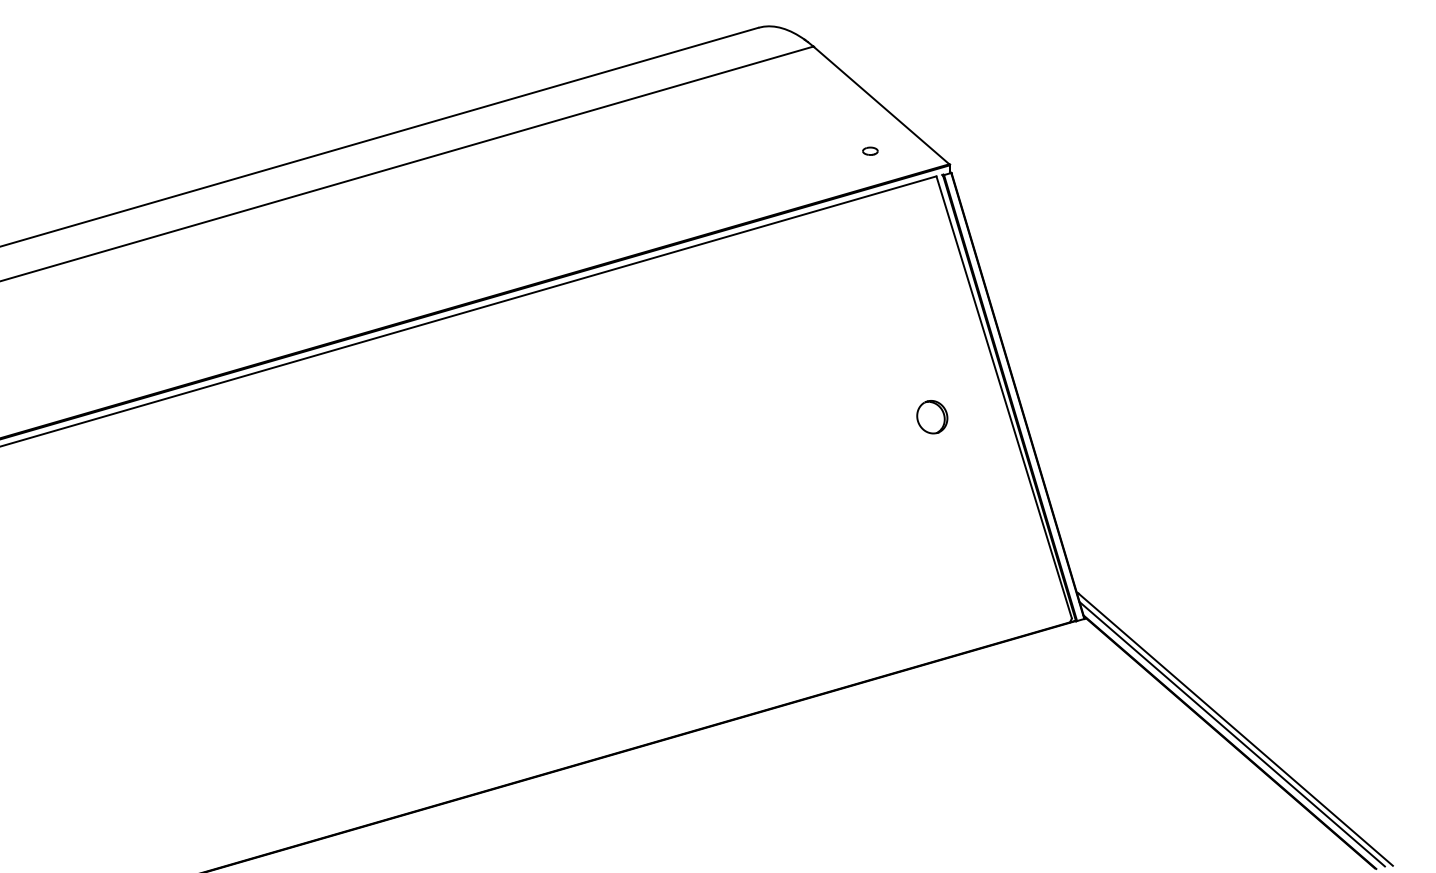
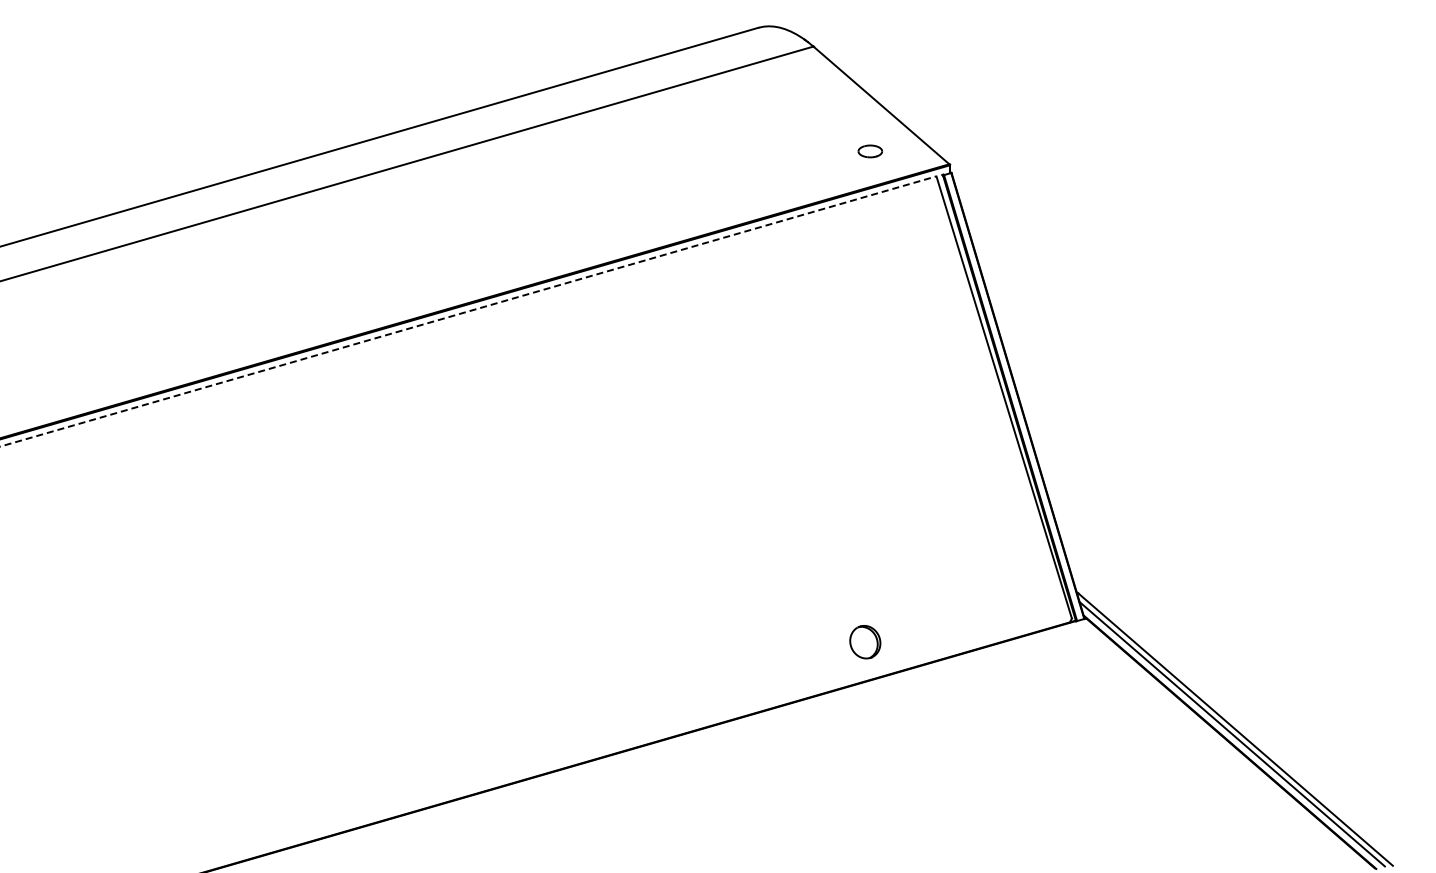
part at (870, 150) size: 17x10 px -> 27x15 px
line at (468, 311): solid -> dashed
part at (932, 417) position: (932, 417) -> (865, 642)
